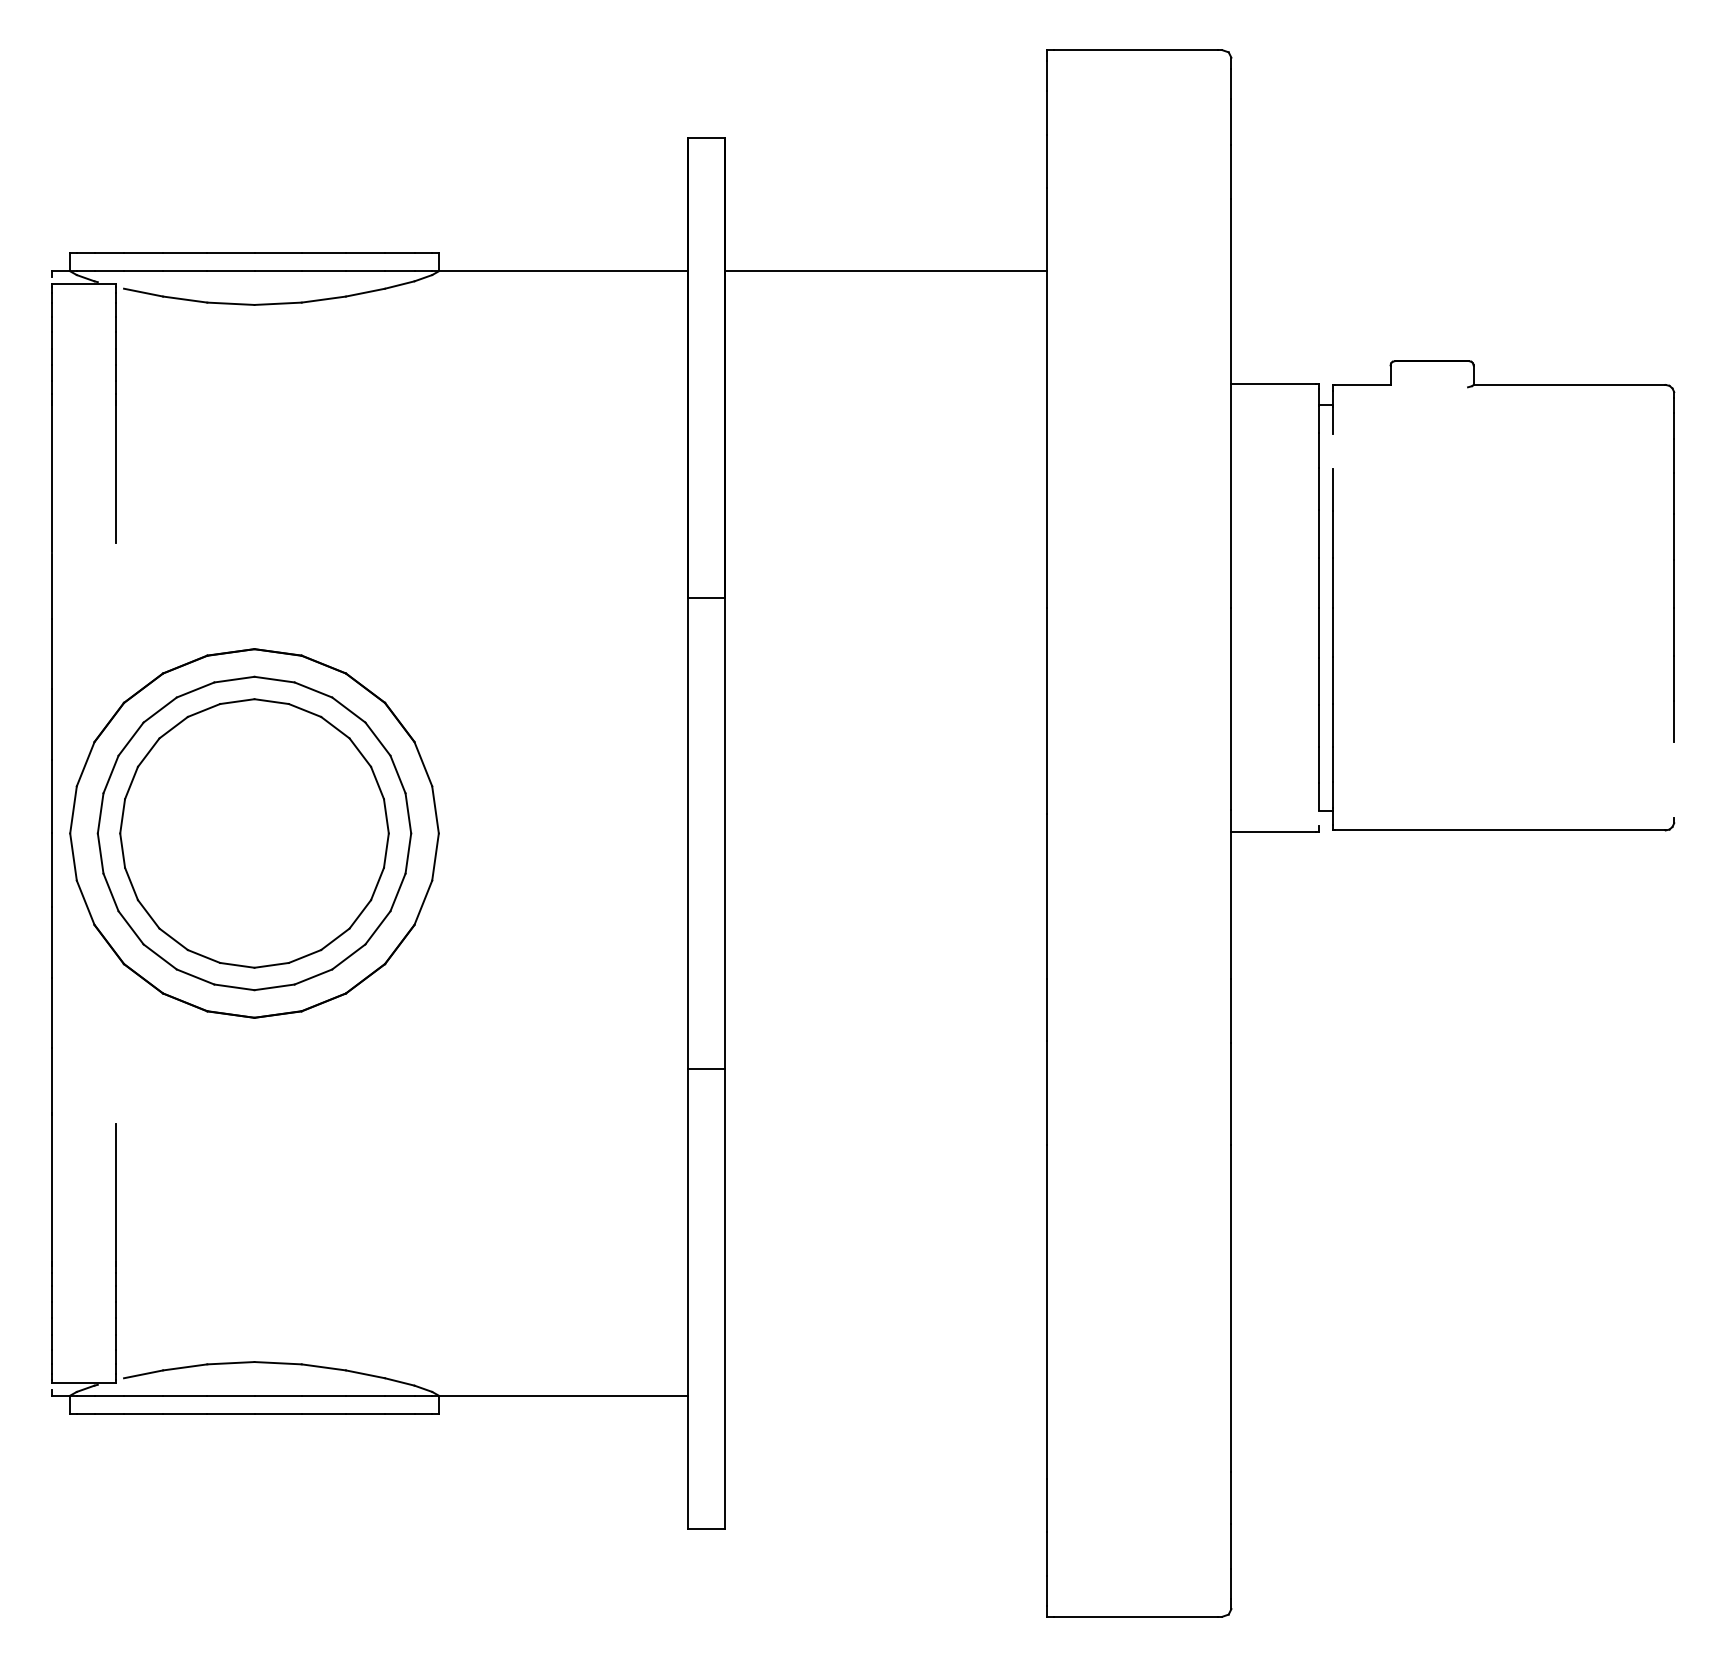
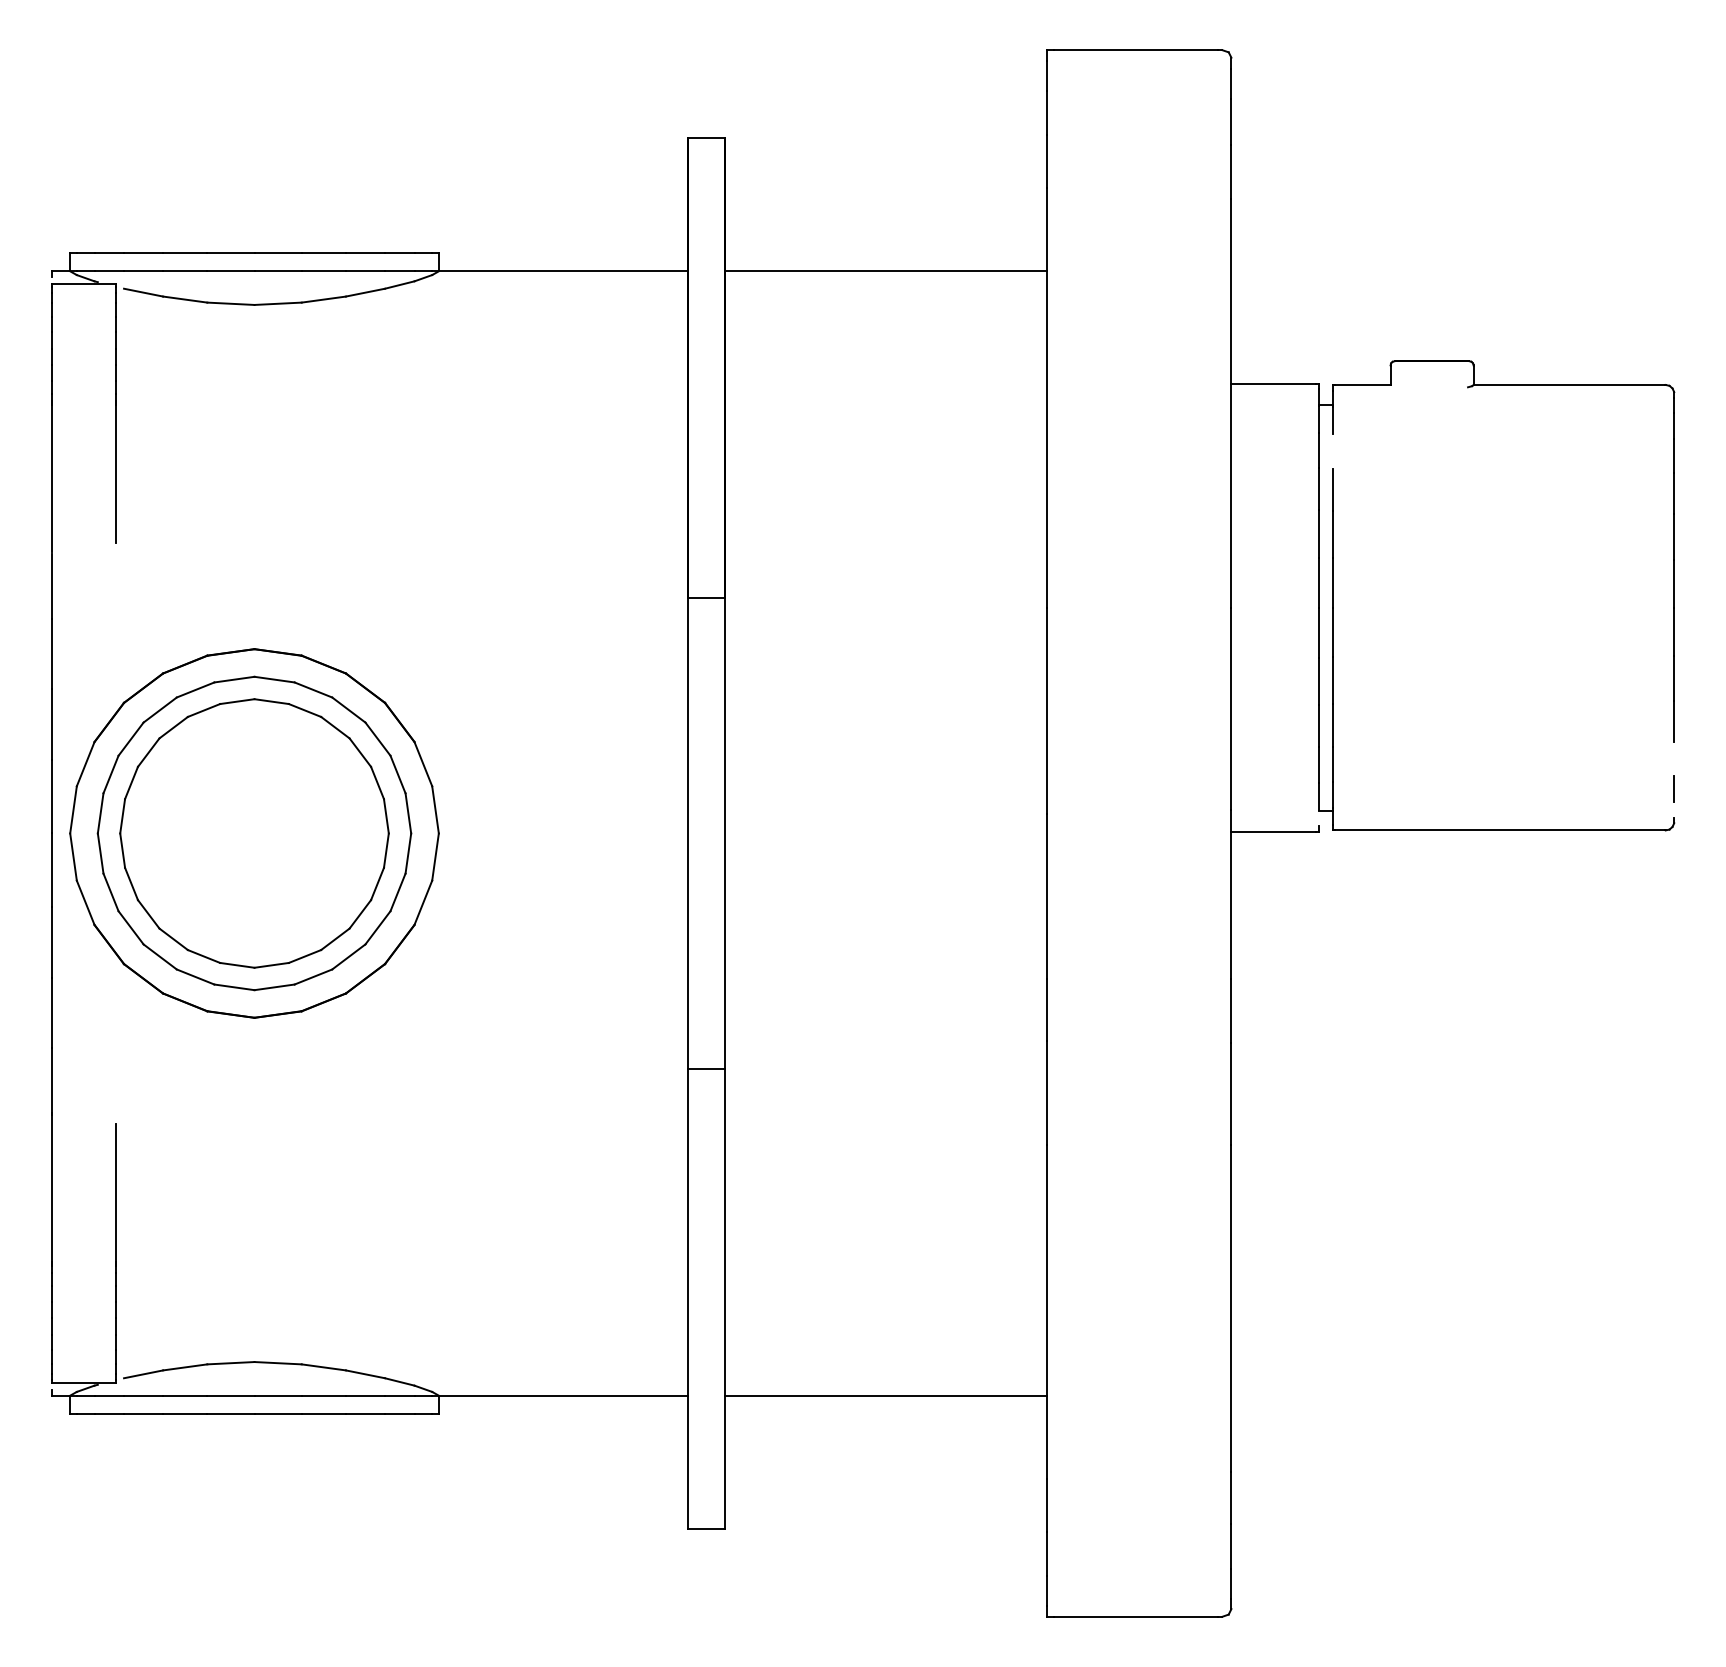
line at (1673, 788): none -> present
line at (885, 1395): none -> present
